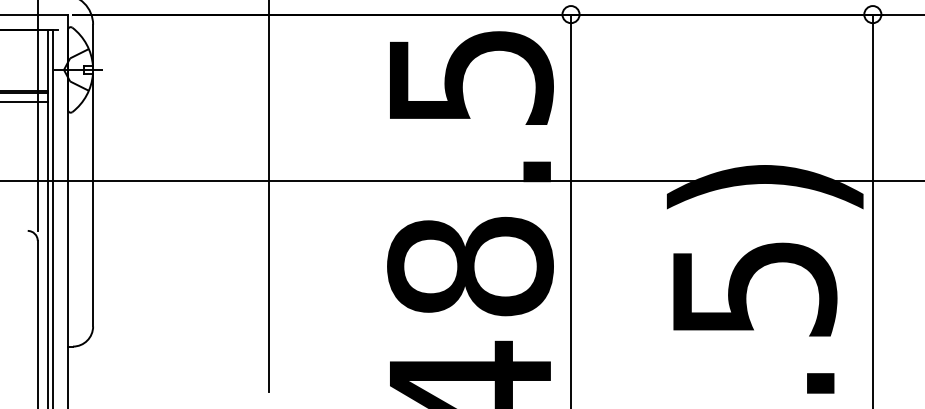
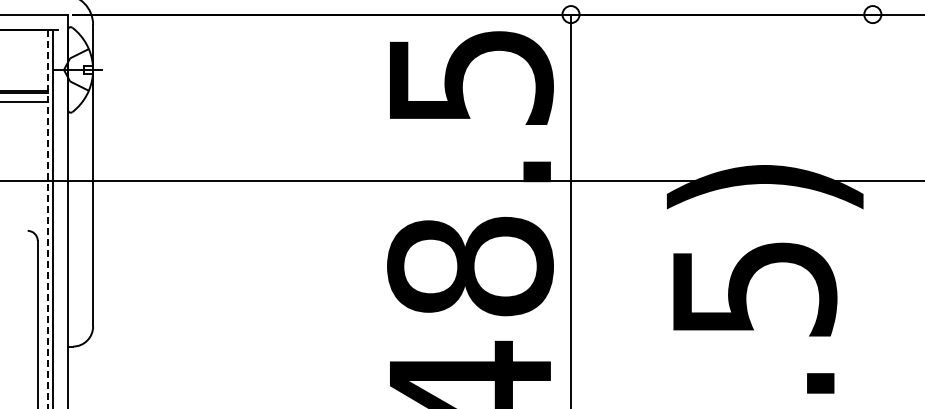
line at (37, 116): present -> none
line at (269, 196): present -> none
line at (872, 209): present -> none
line at (47, 219): solid -> dashed
